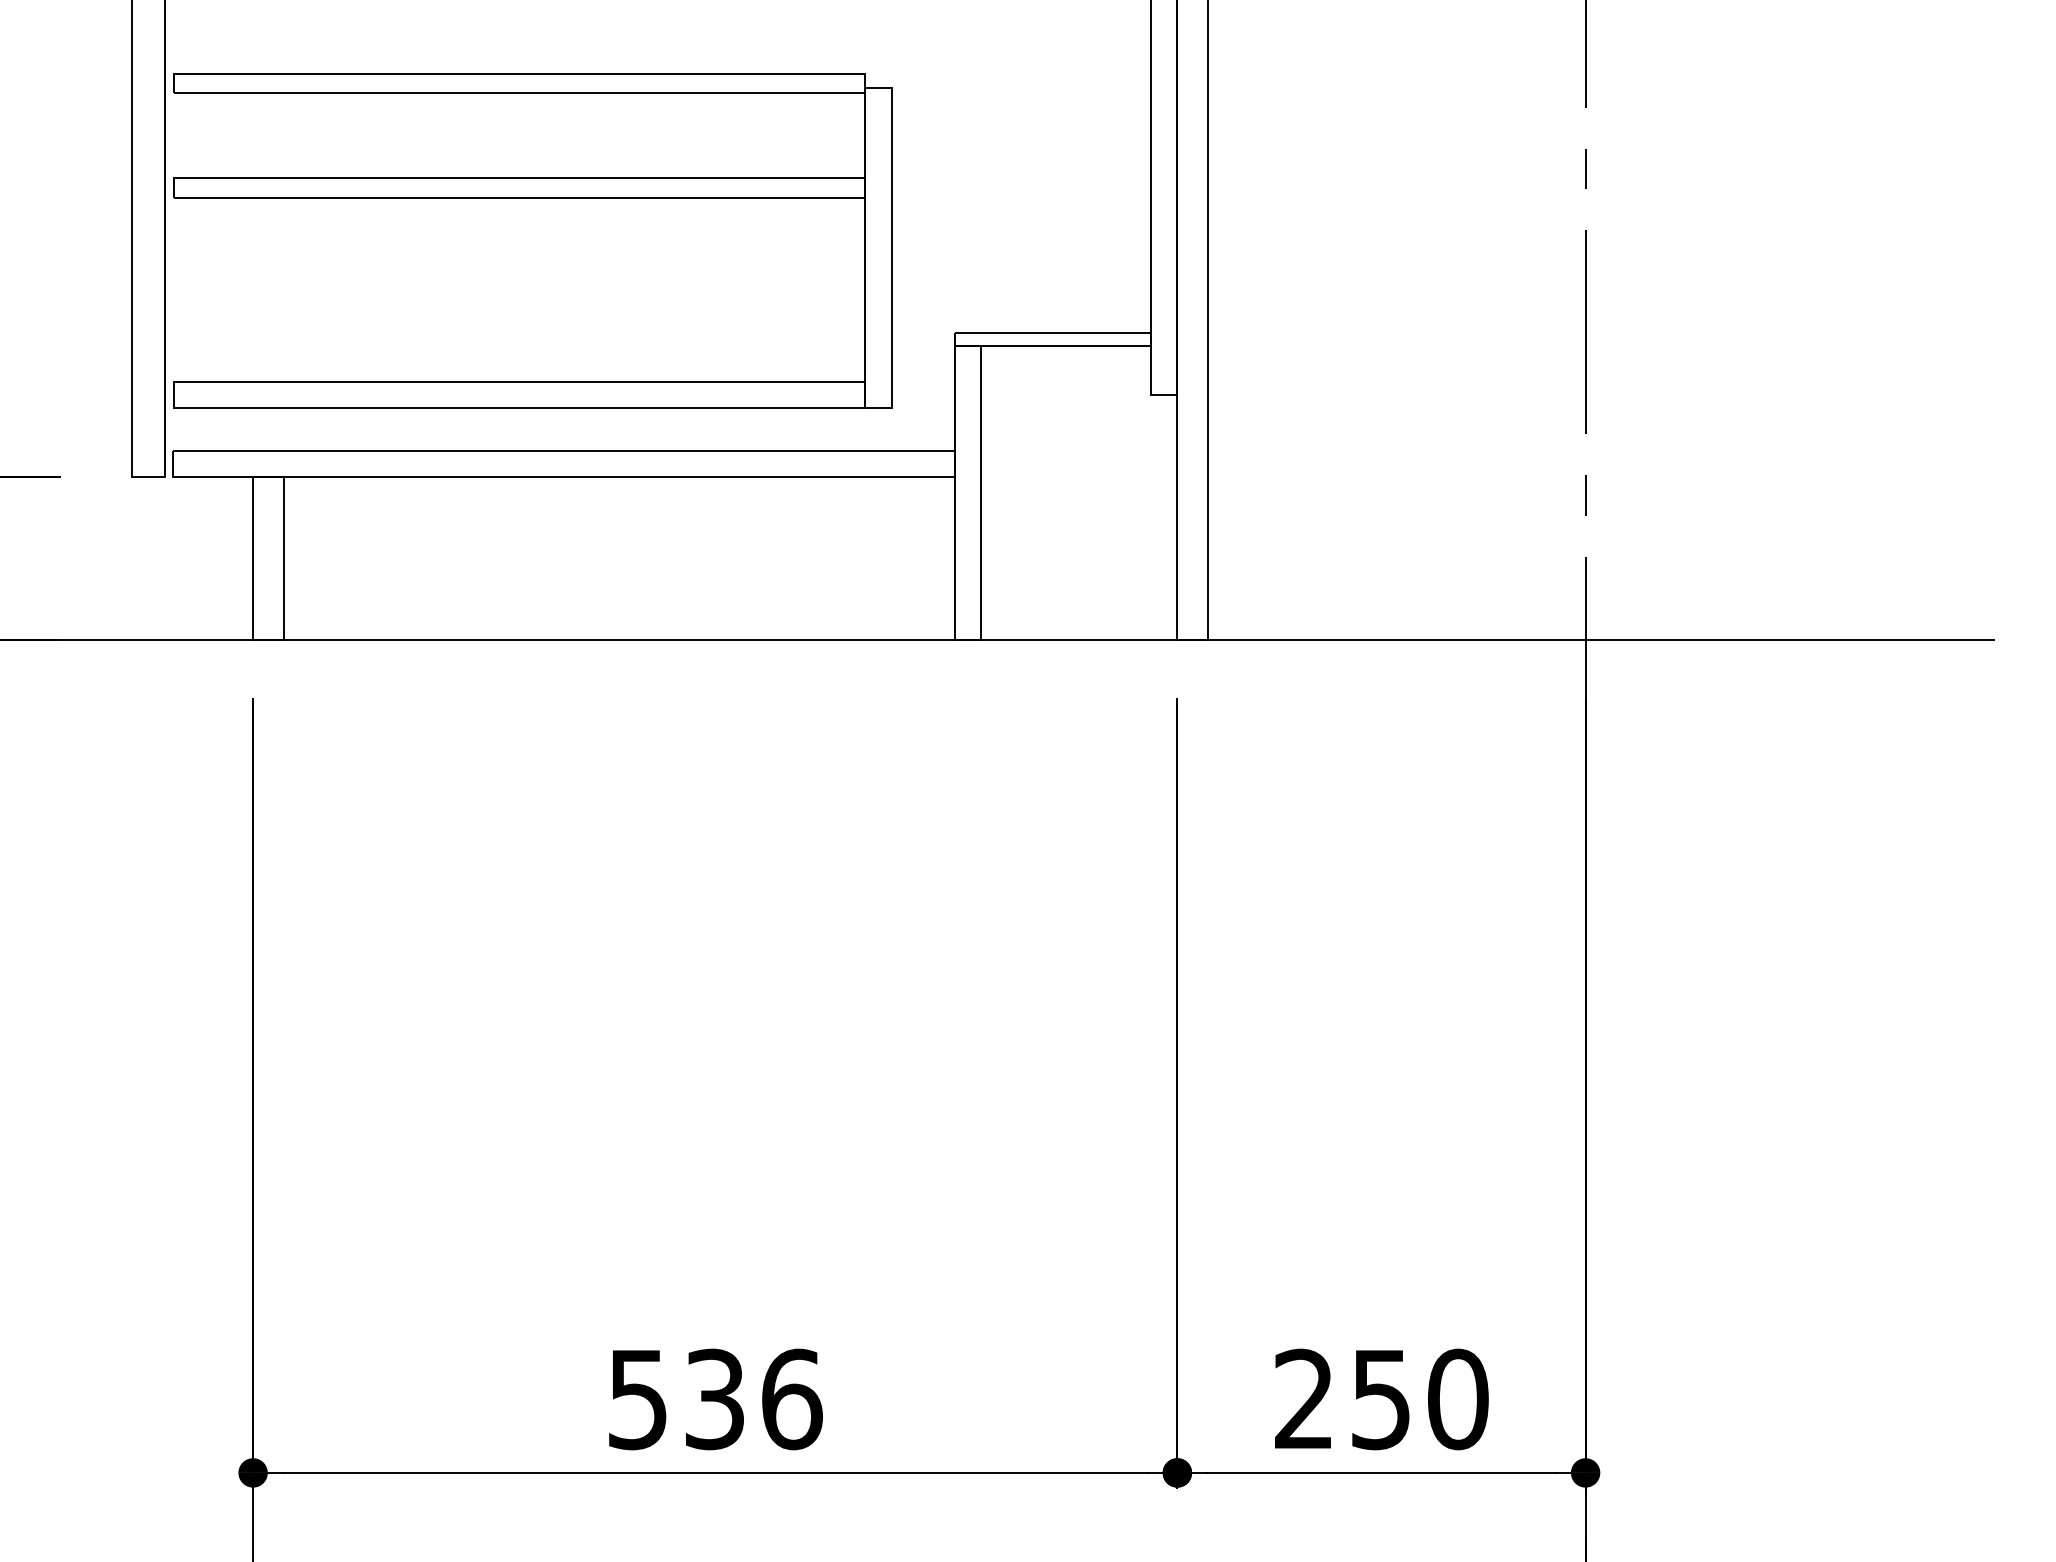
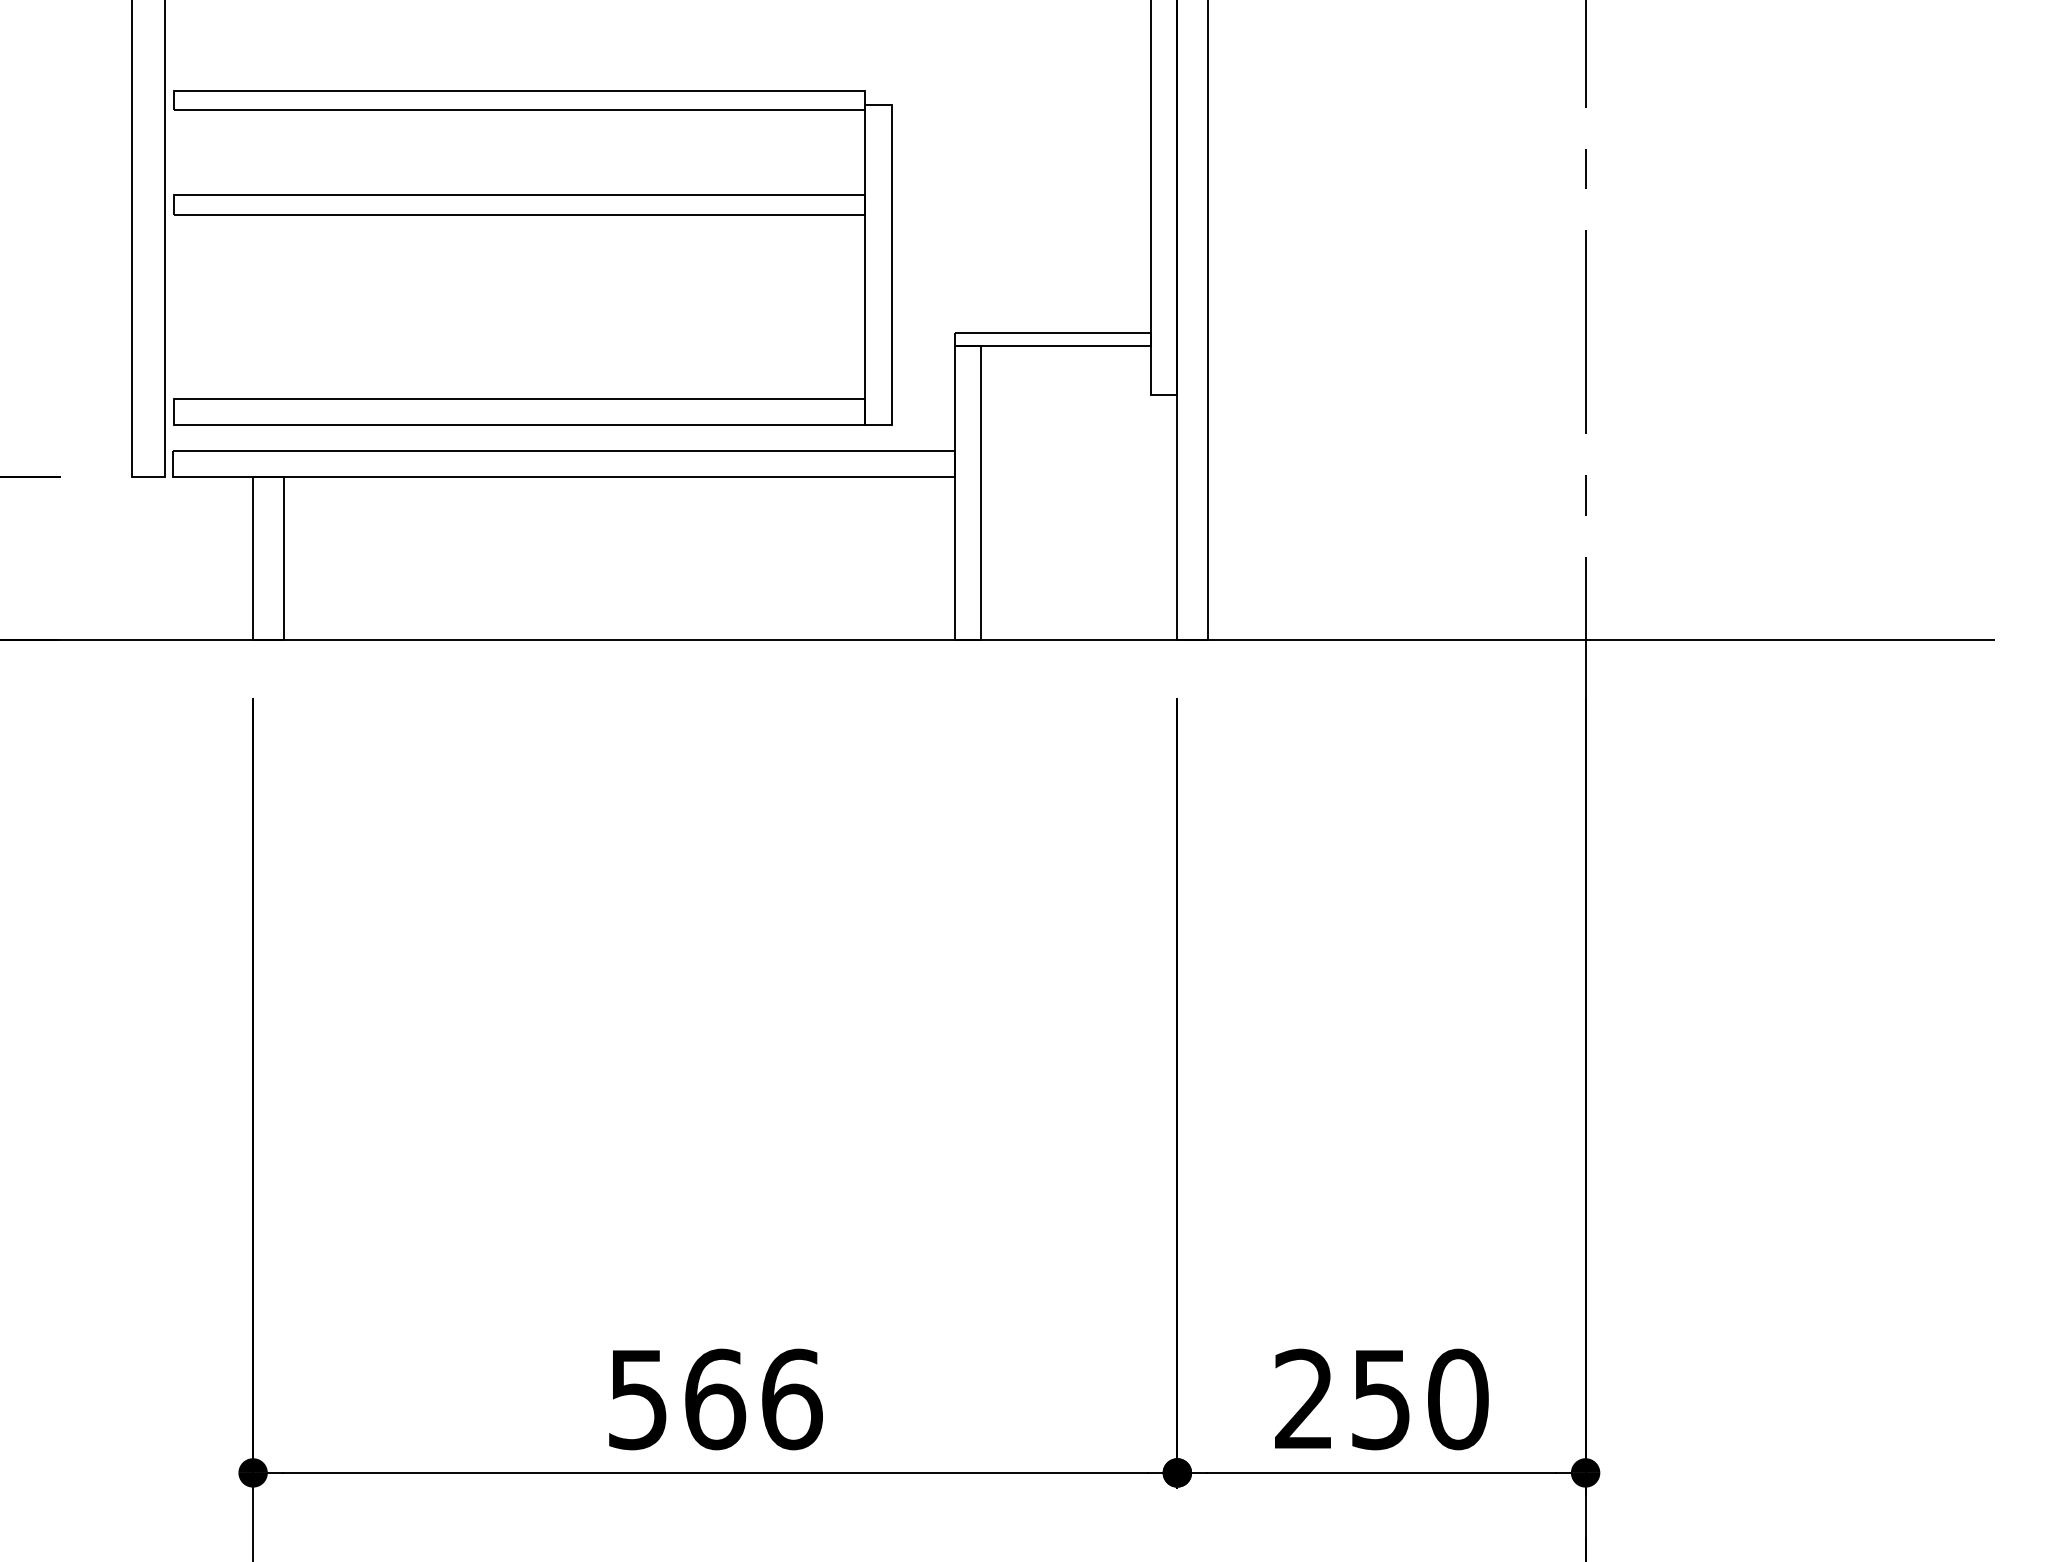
part at (532, 198) position: (532, 198) -> (532, 215)
text at (715, 1399): 536 -> 566
